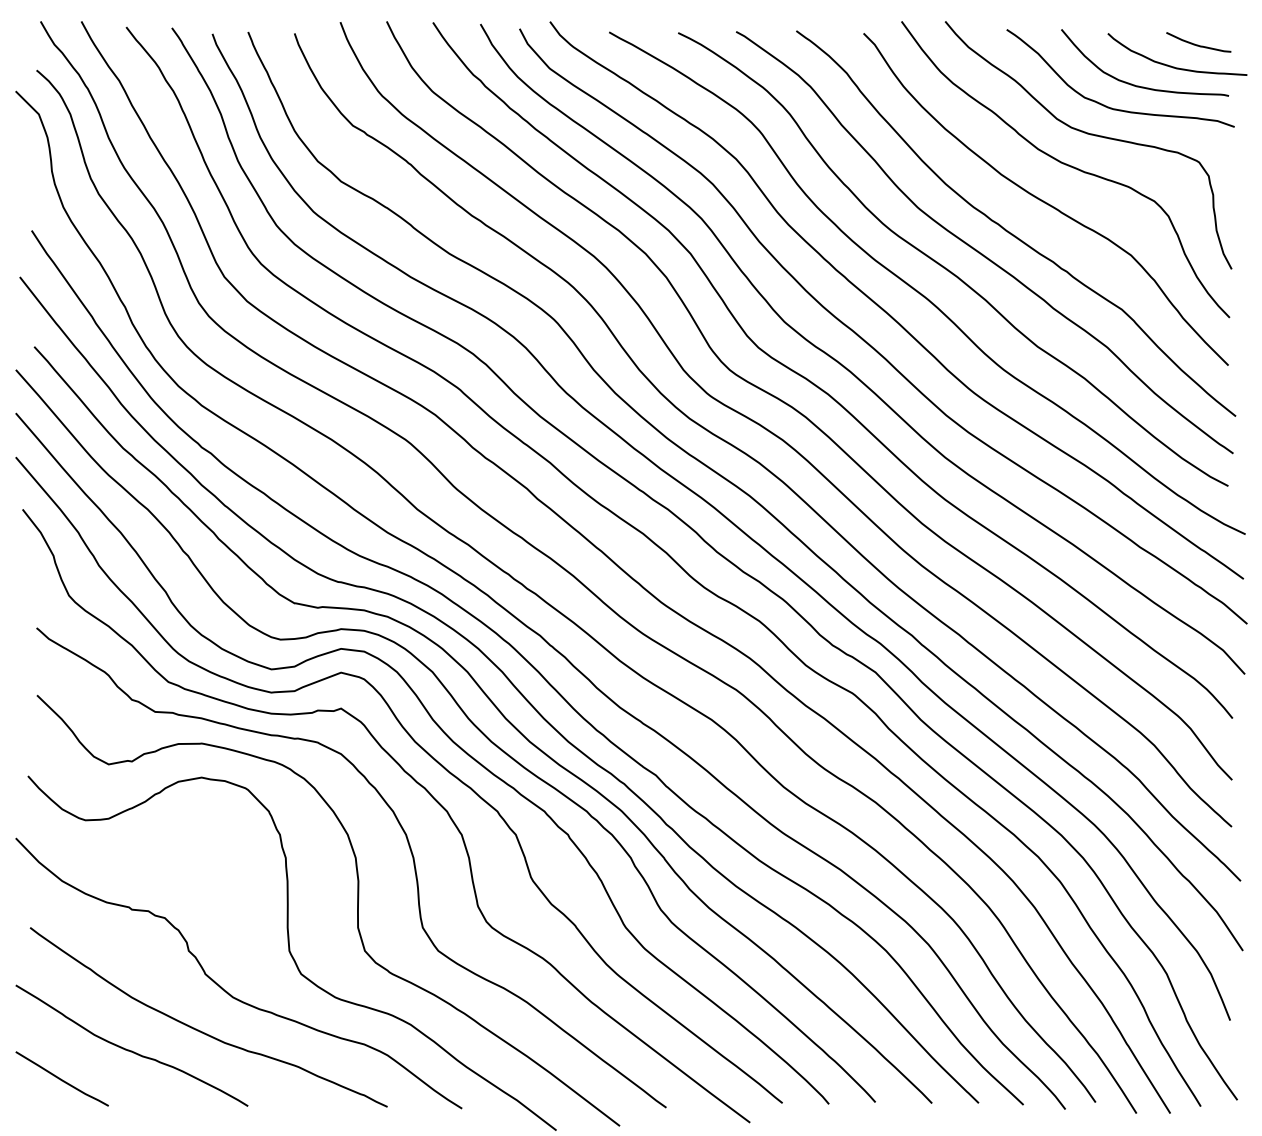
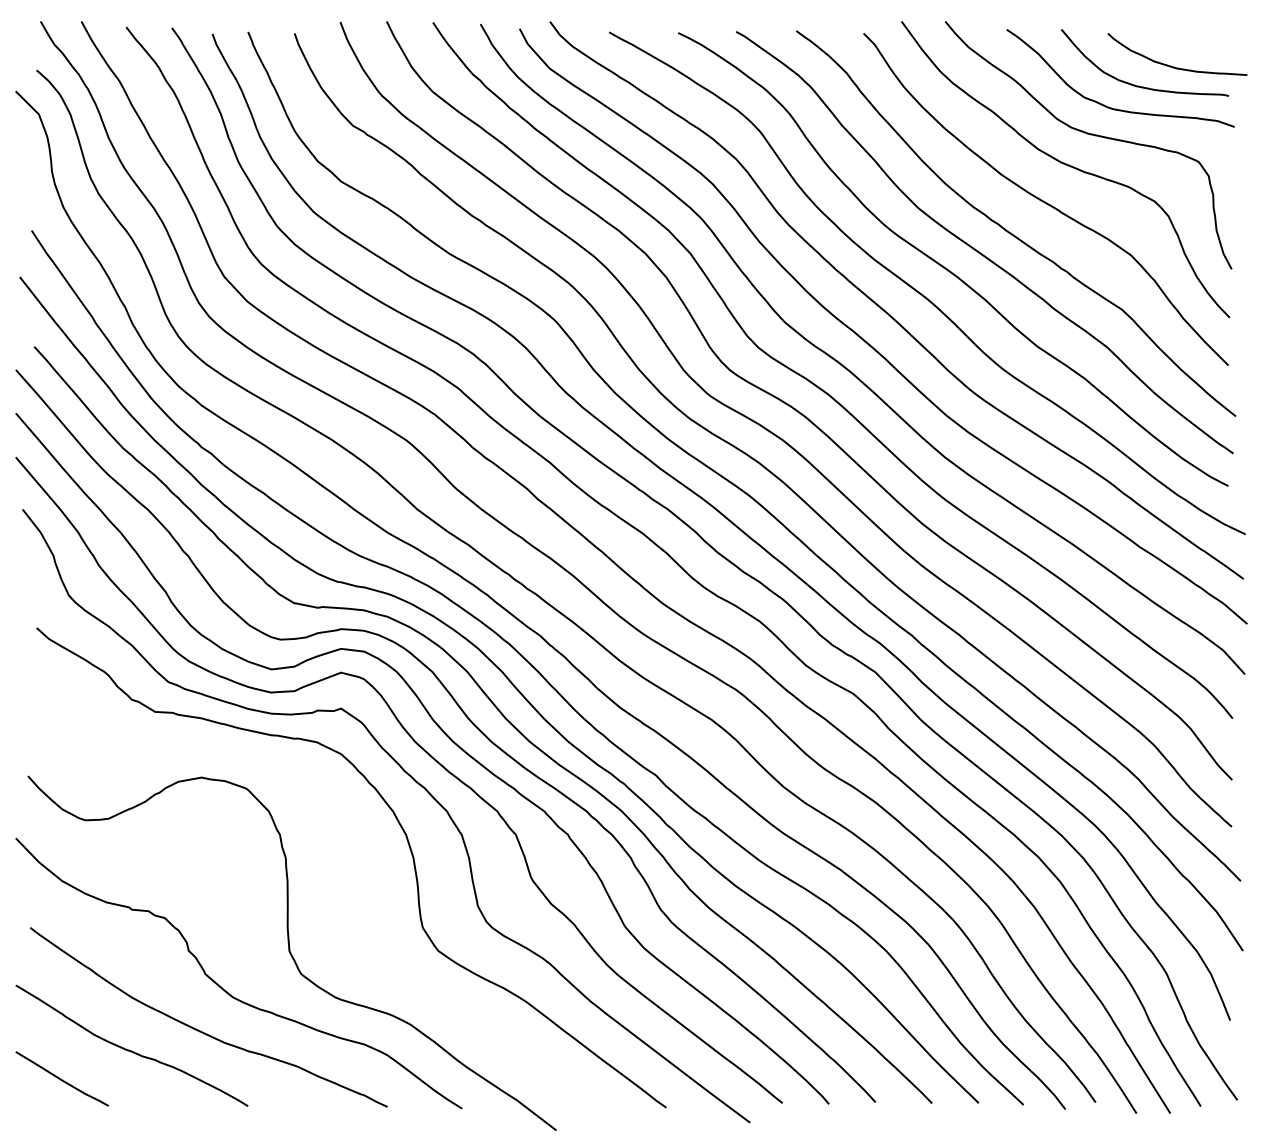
curve at (1198, 44): present -> none
curve at (357, 910): present -> none
